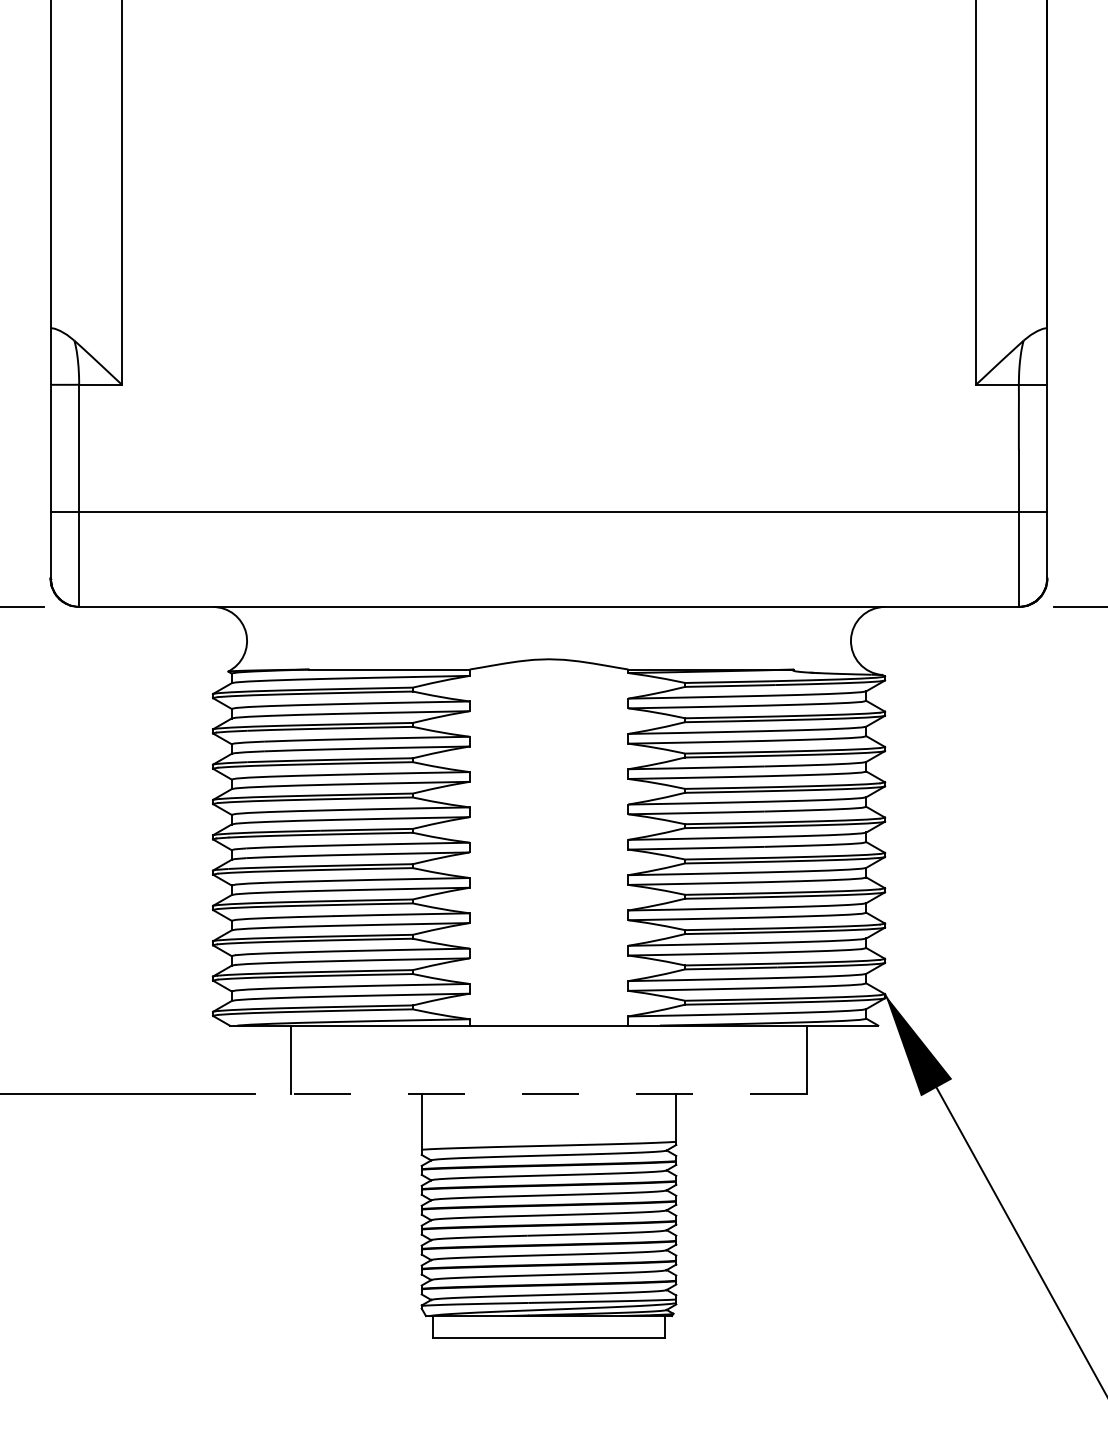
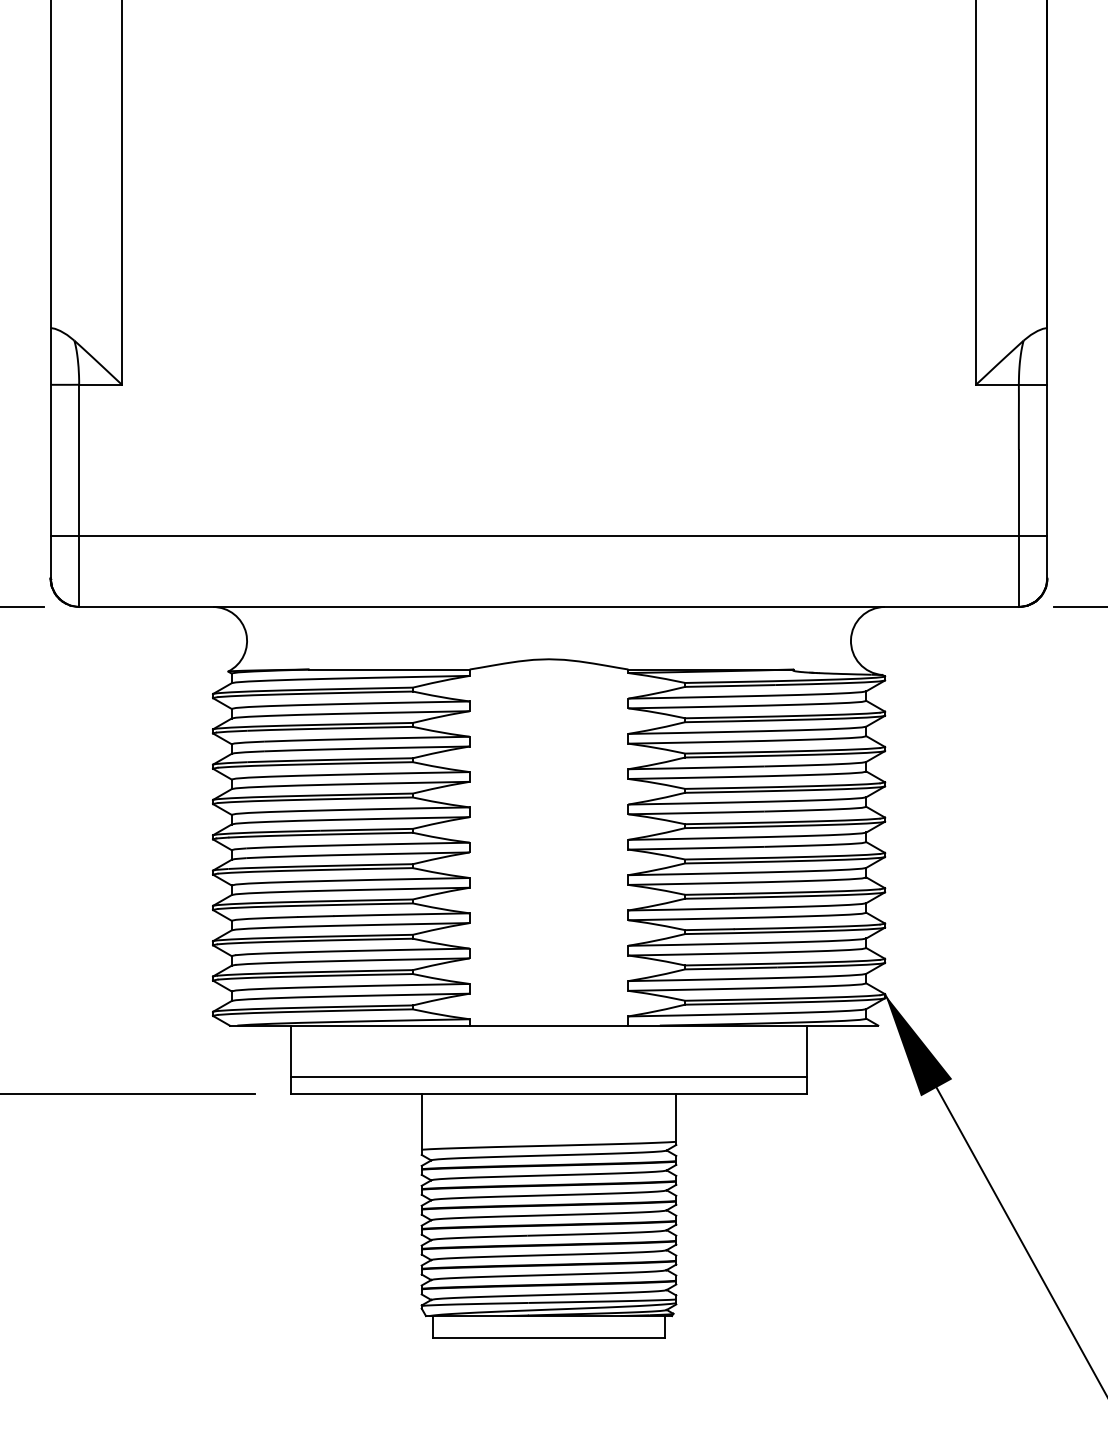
line at (548, 511) position: (548, 511) -> (548, 535)
line at (549, 1076): none -> present
line at (549, 1093): dashed -> solid
